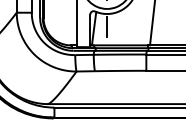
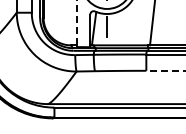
line at (76, 22): solid -> dashed
line at (165, 70): solid -> dashed
